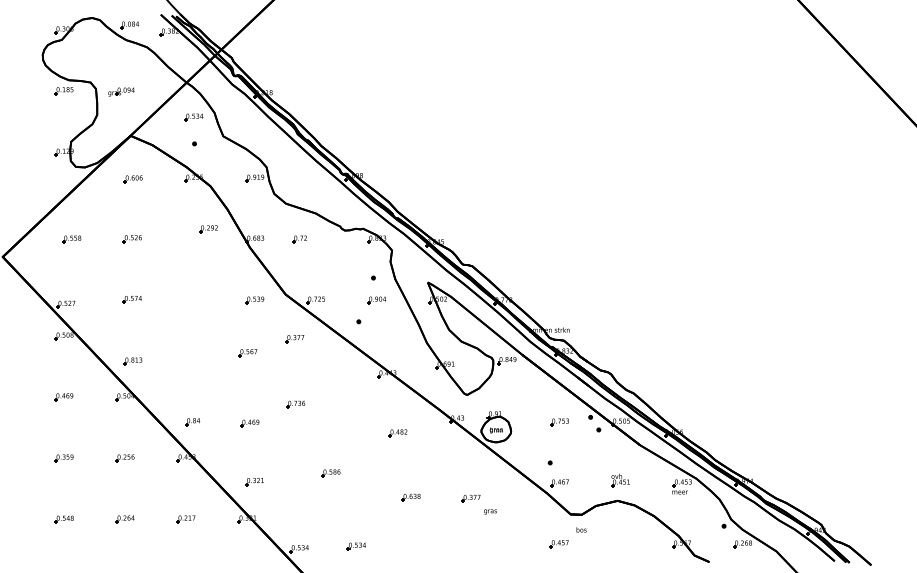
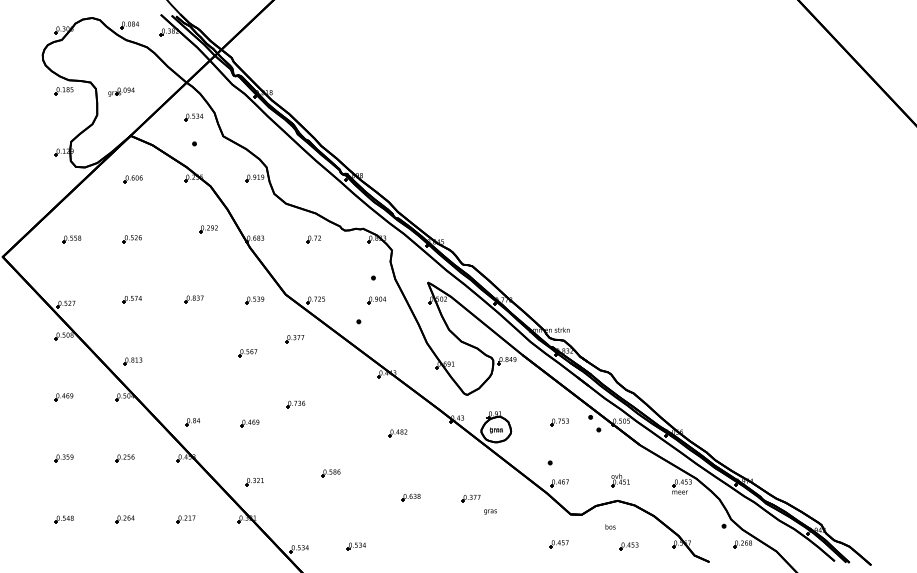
part at (299, 239) position: (299, 239) -> (313, 239)
part at (193, 299): none -> present
text at (581, 529) position: (581, 529) -> (610, 526)
part at (628, 546): none -> present
